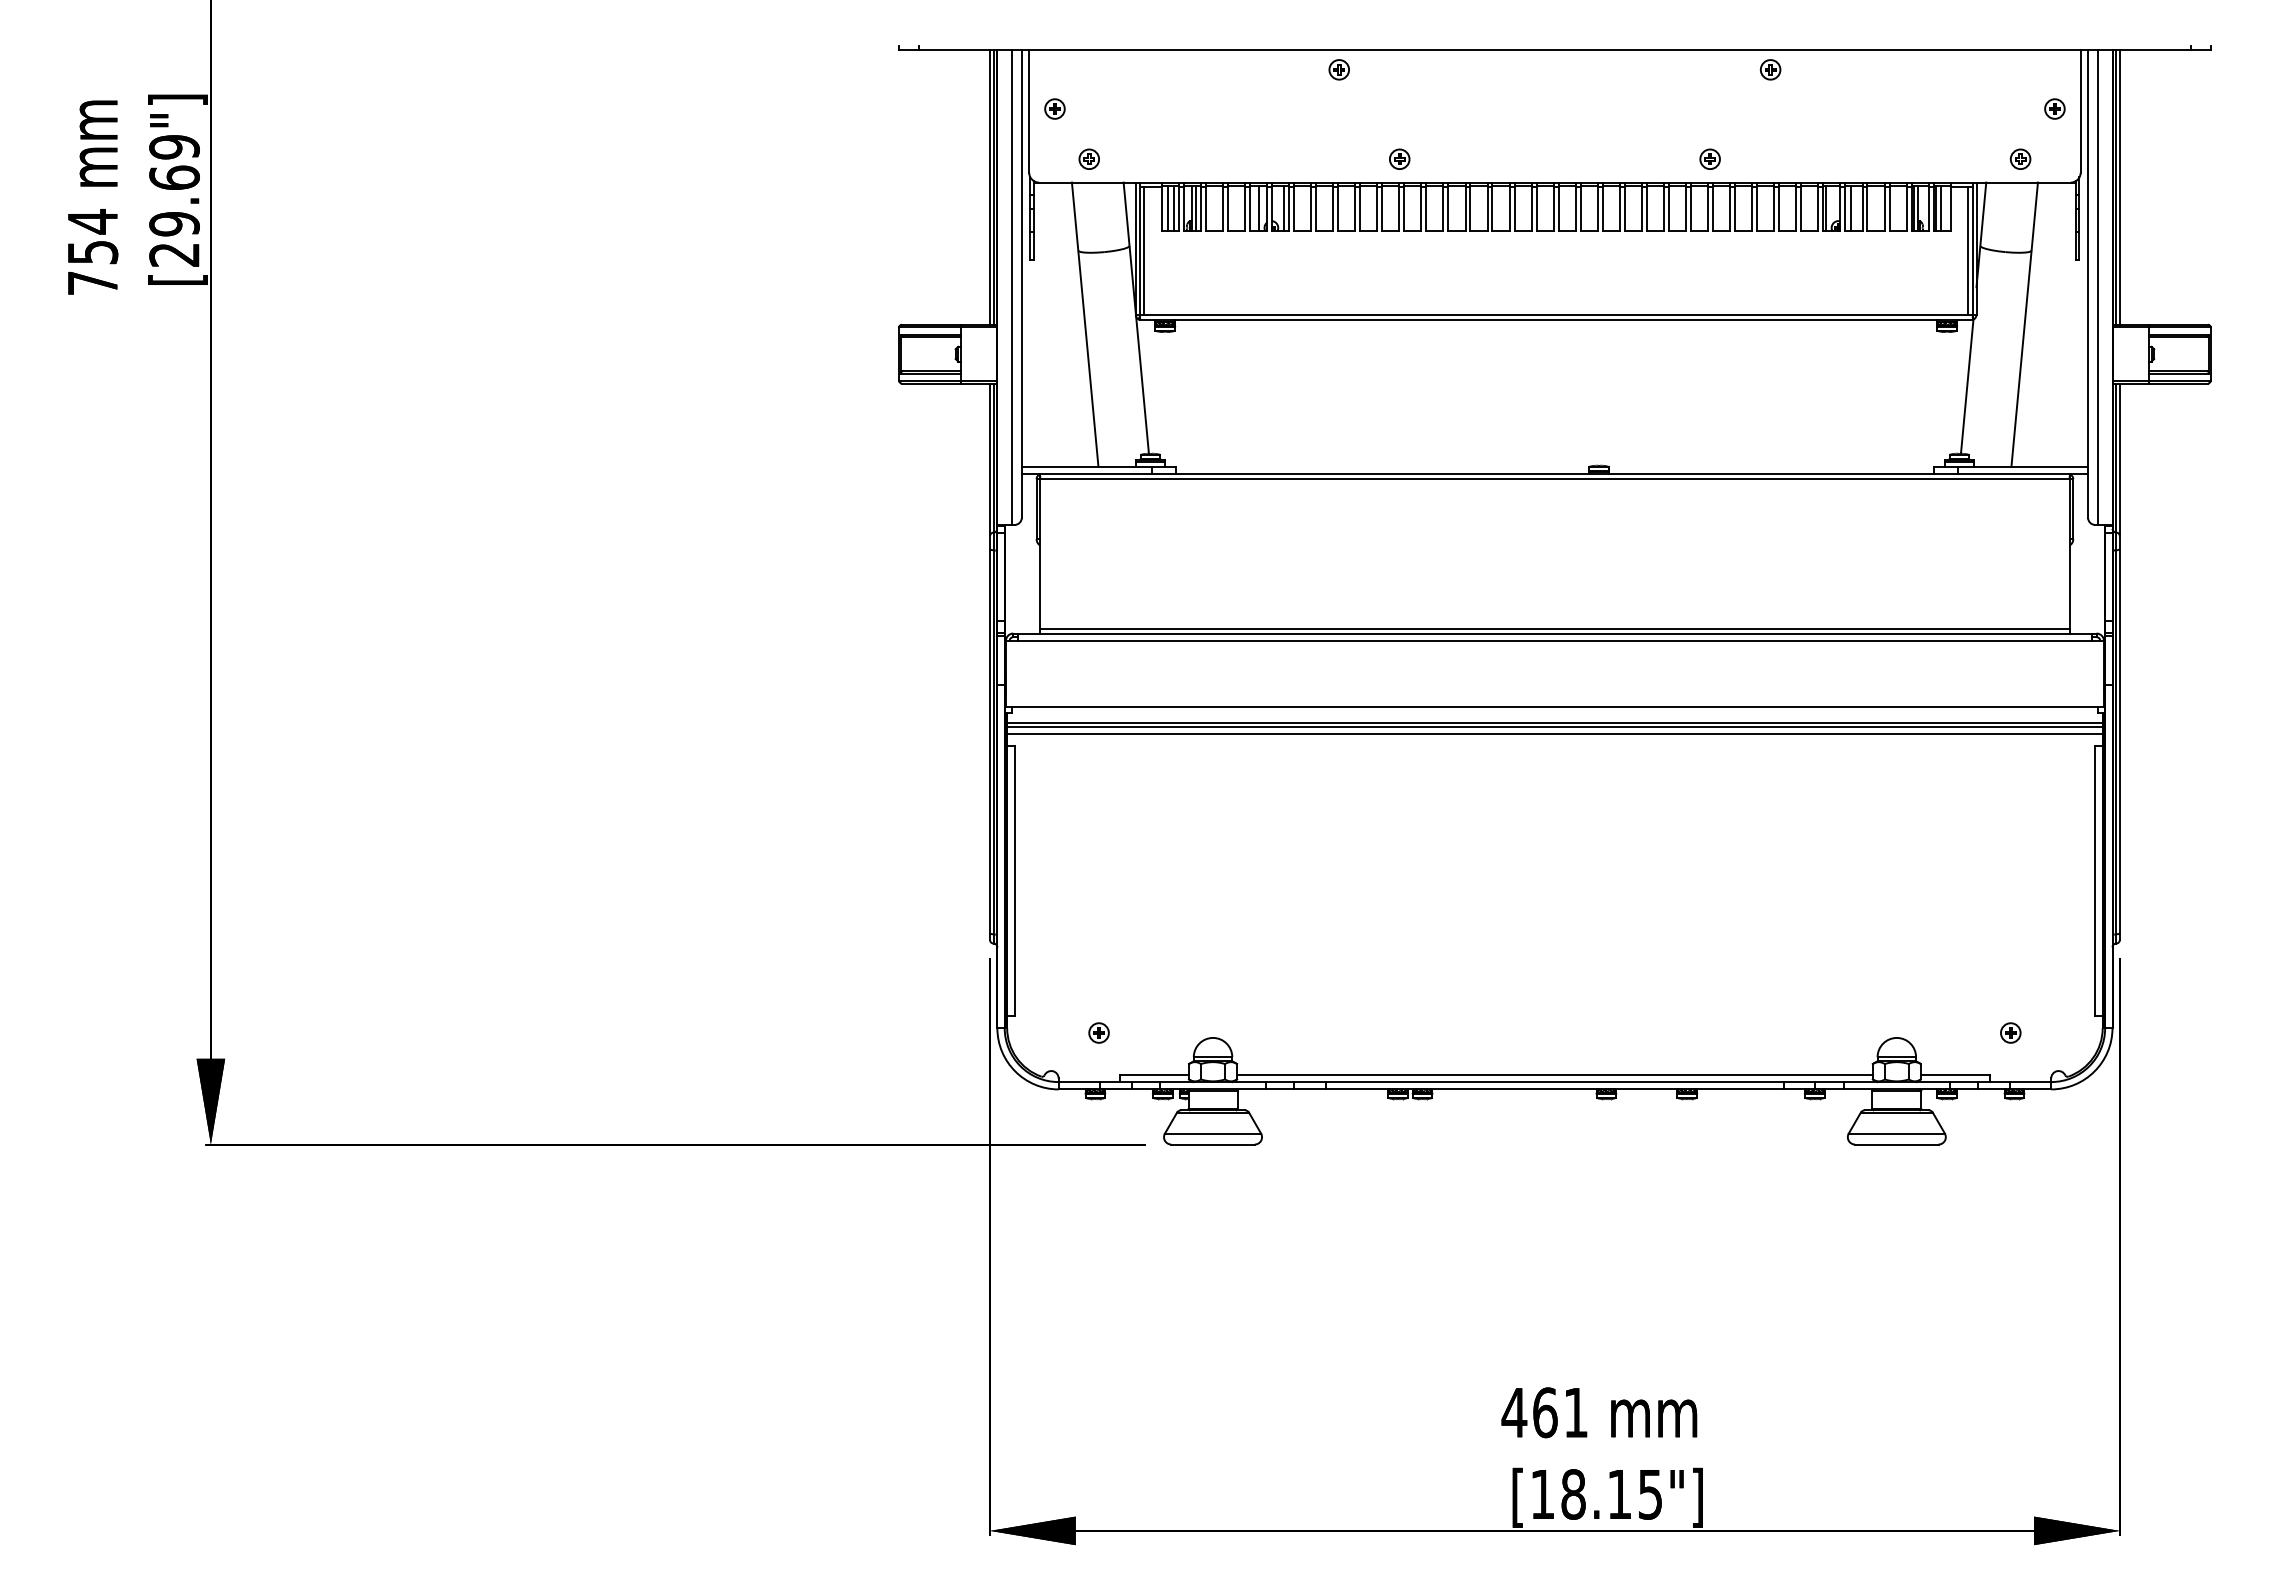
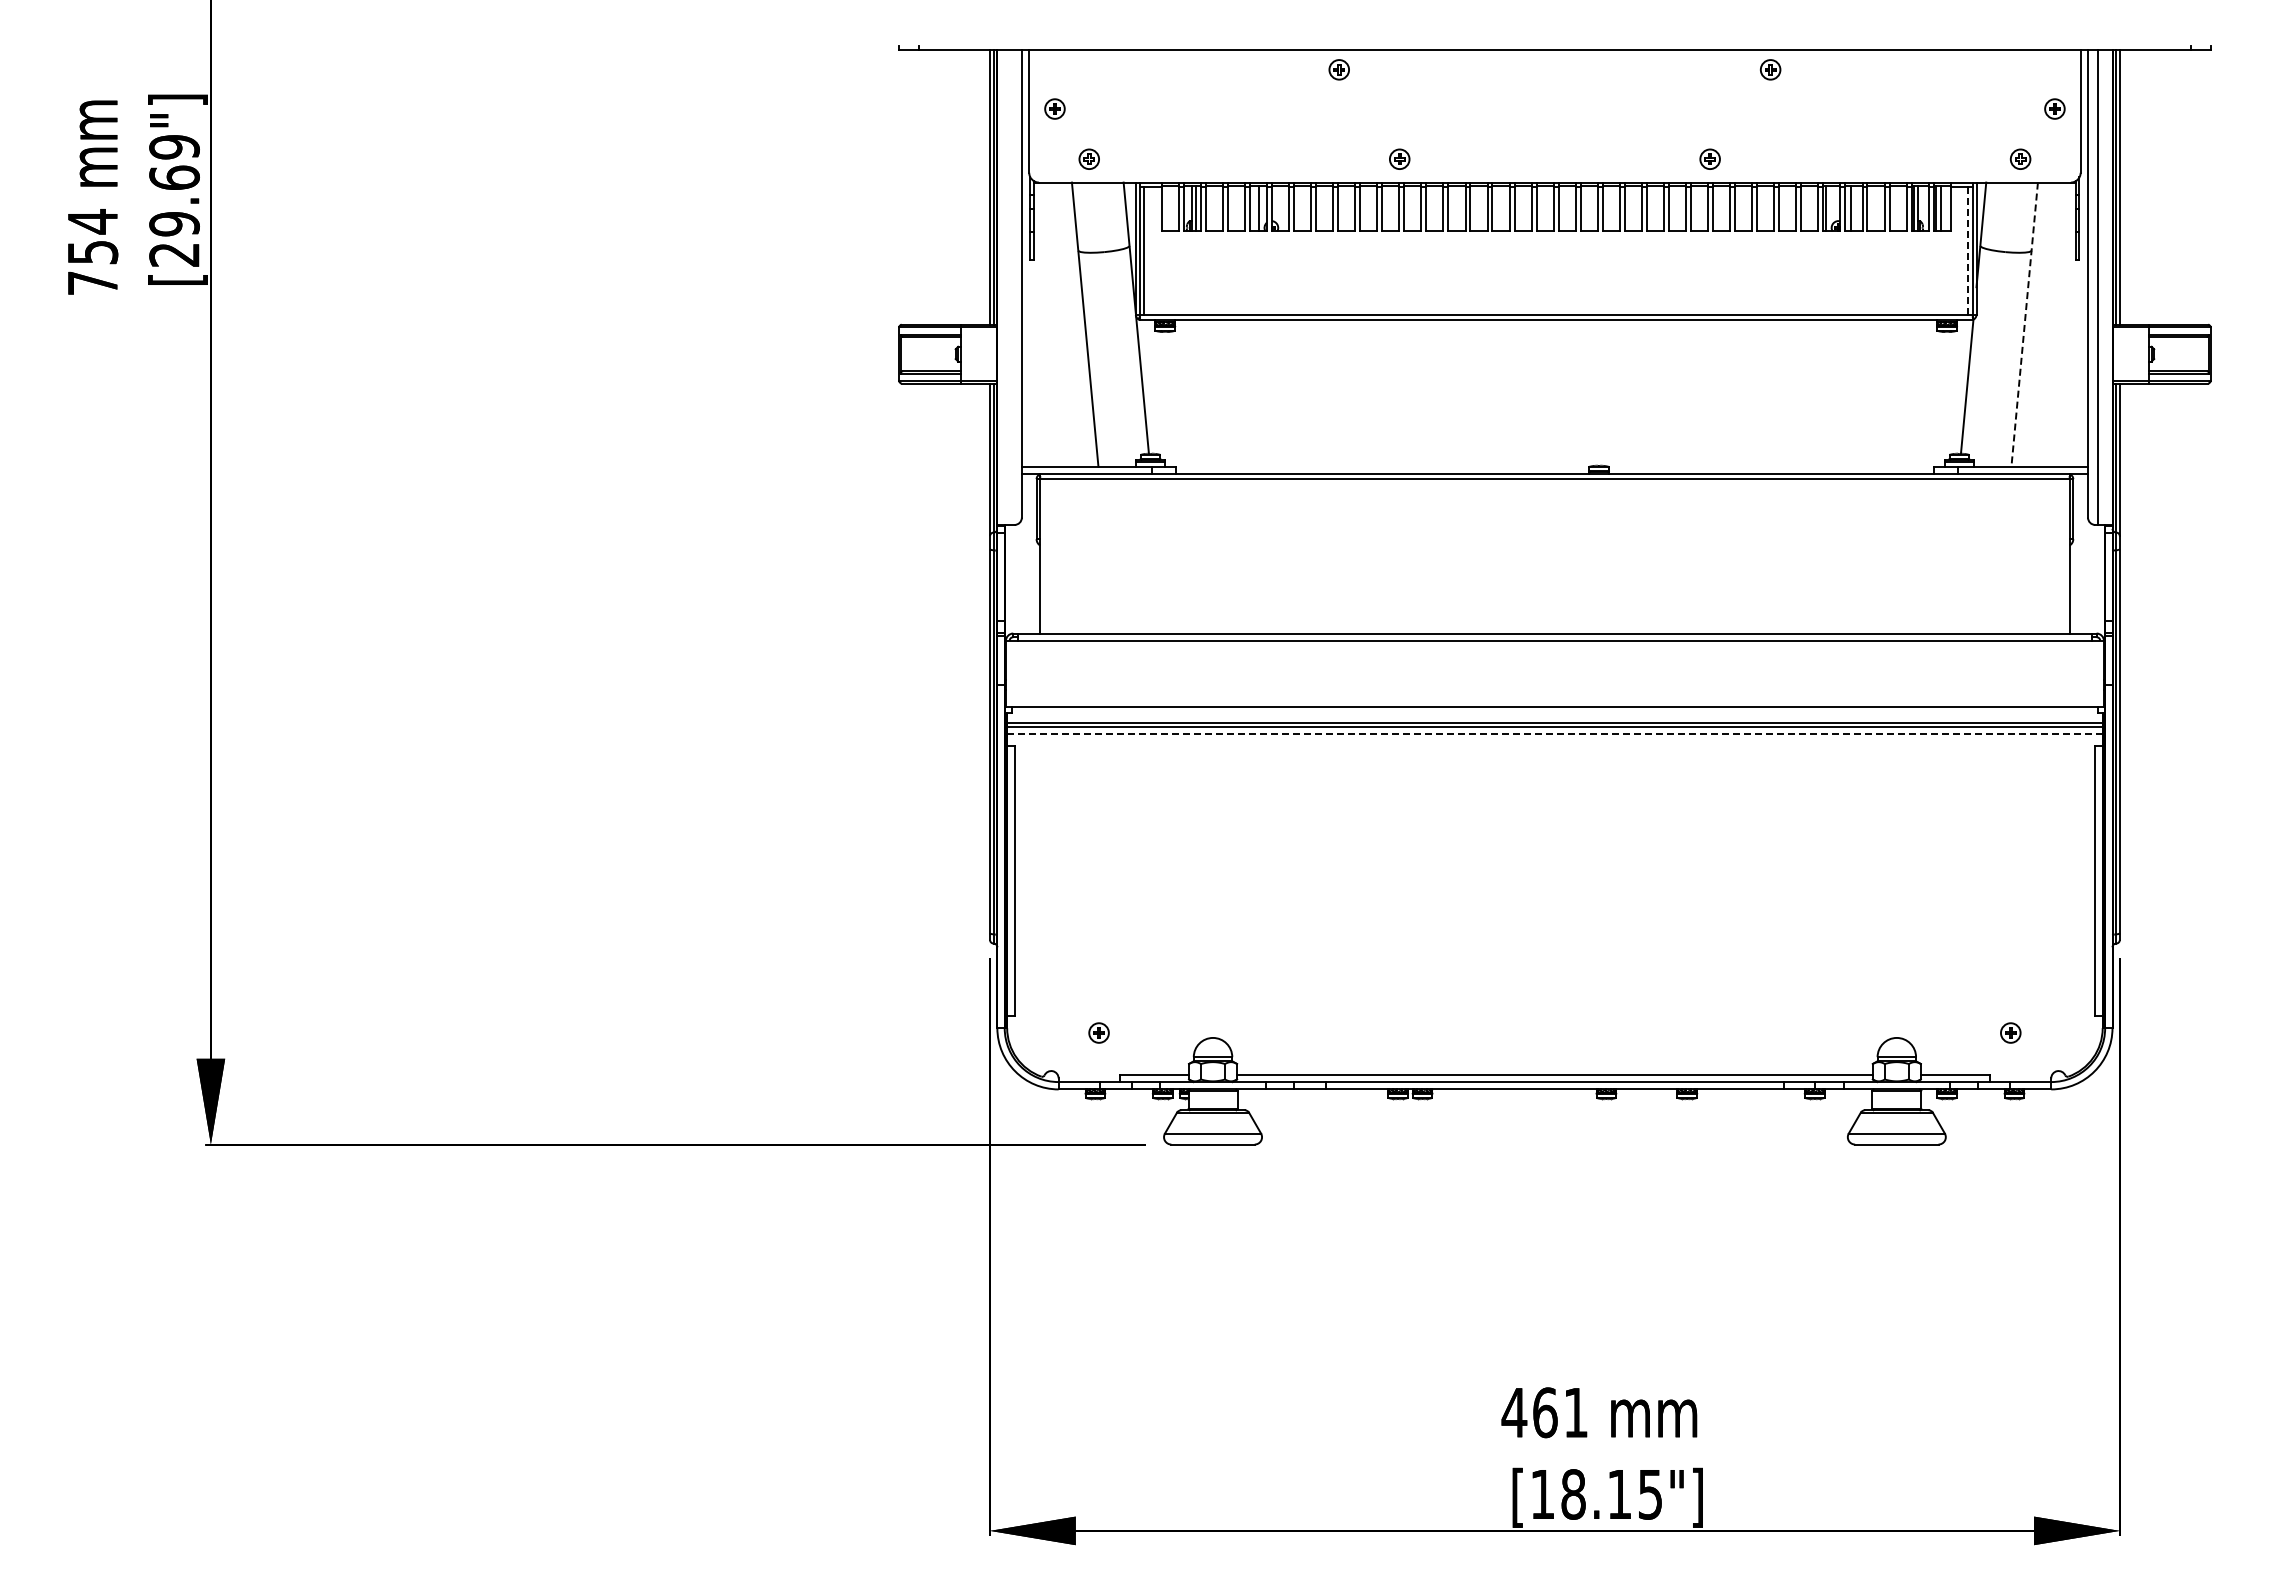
line at (1168, 208): present -> none
line at (1174, 208): present -> none
line at (1283, 208): present -> none
line at (1967, 251): solid -> dashed
line at (1012, 286): present -> none
line at (2024, 324): solid -> dashed
line at (1554, 628): present -> none
line at (1554, 734): solid -> dashed
